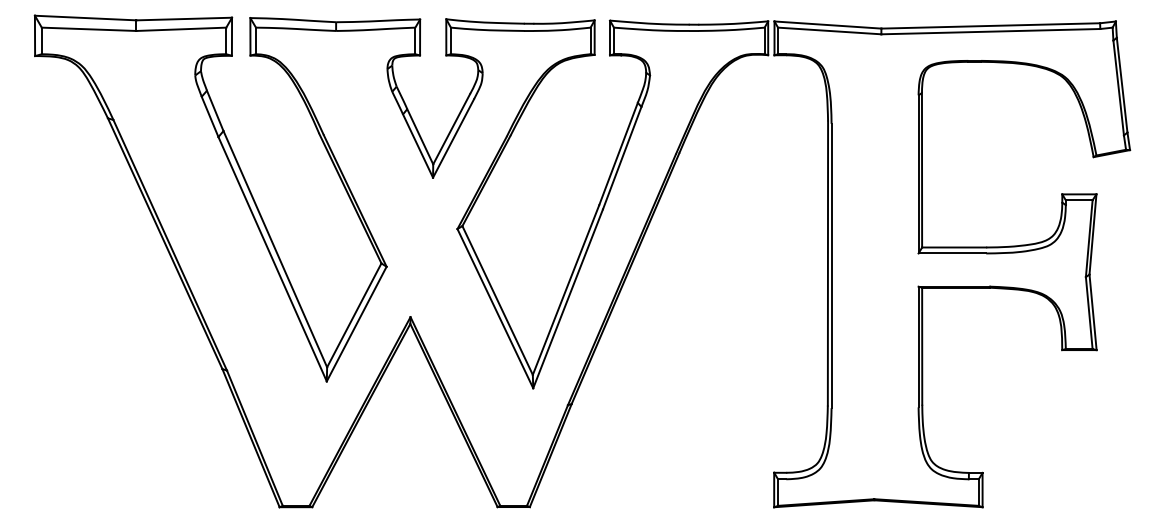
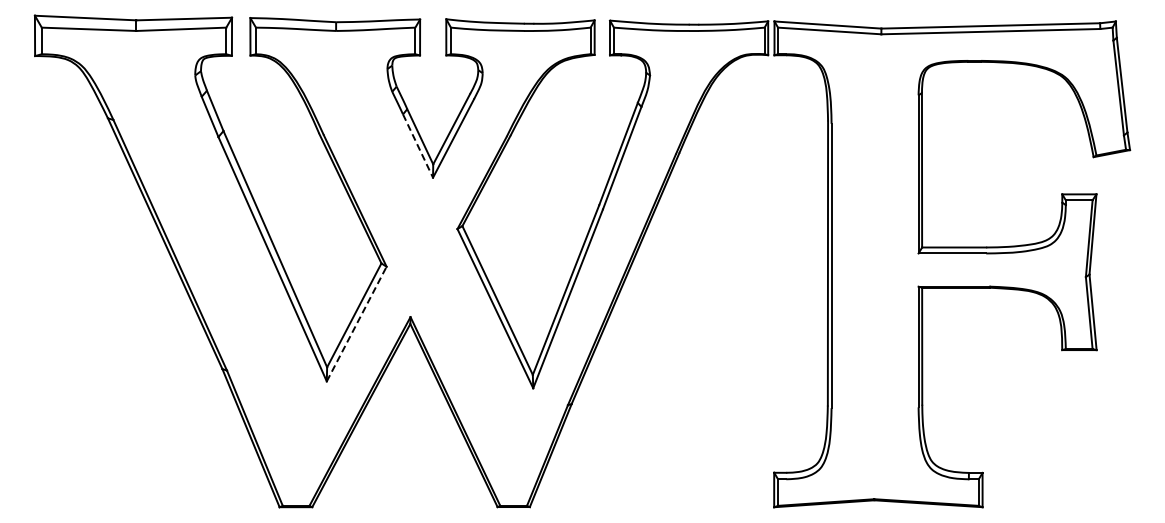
line at (418, 146): solid -> dashed
line at (356, 324): solid -> dashed
